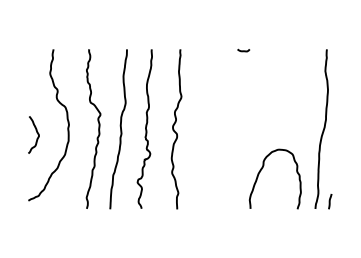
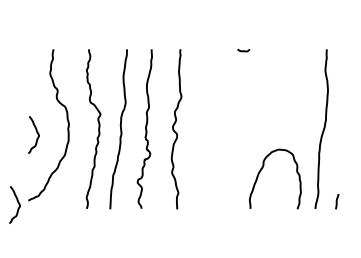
curve at (330, 201) position: (330, 201) -> (337, 201)
curve at (17, 202): none -> present
